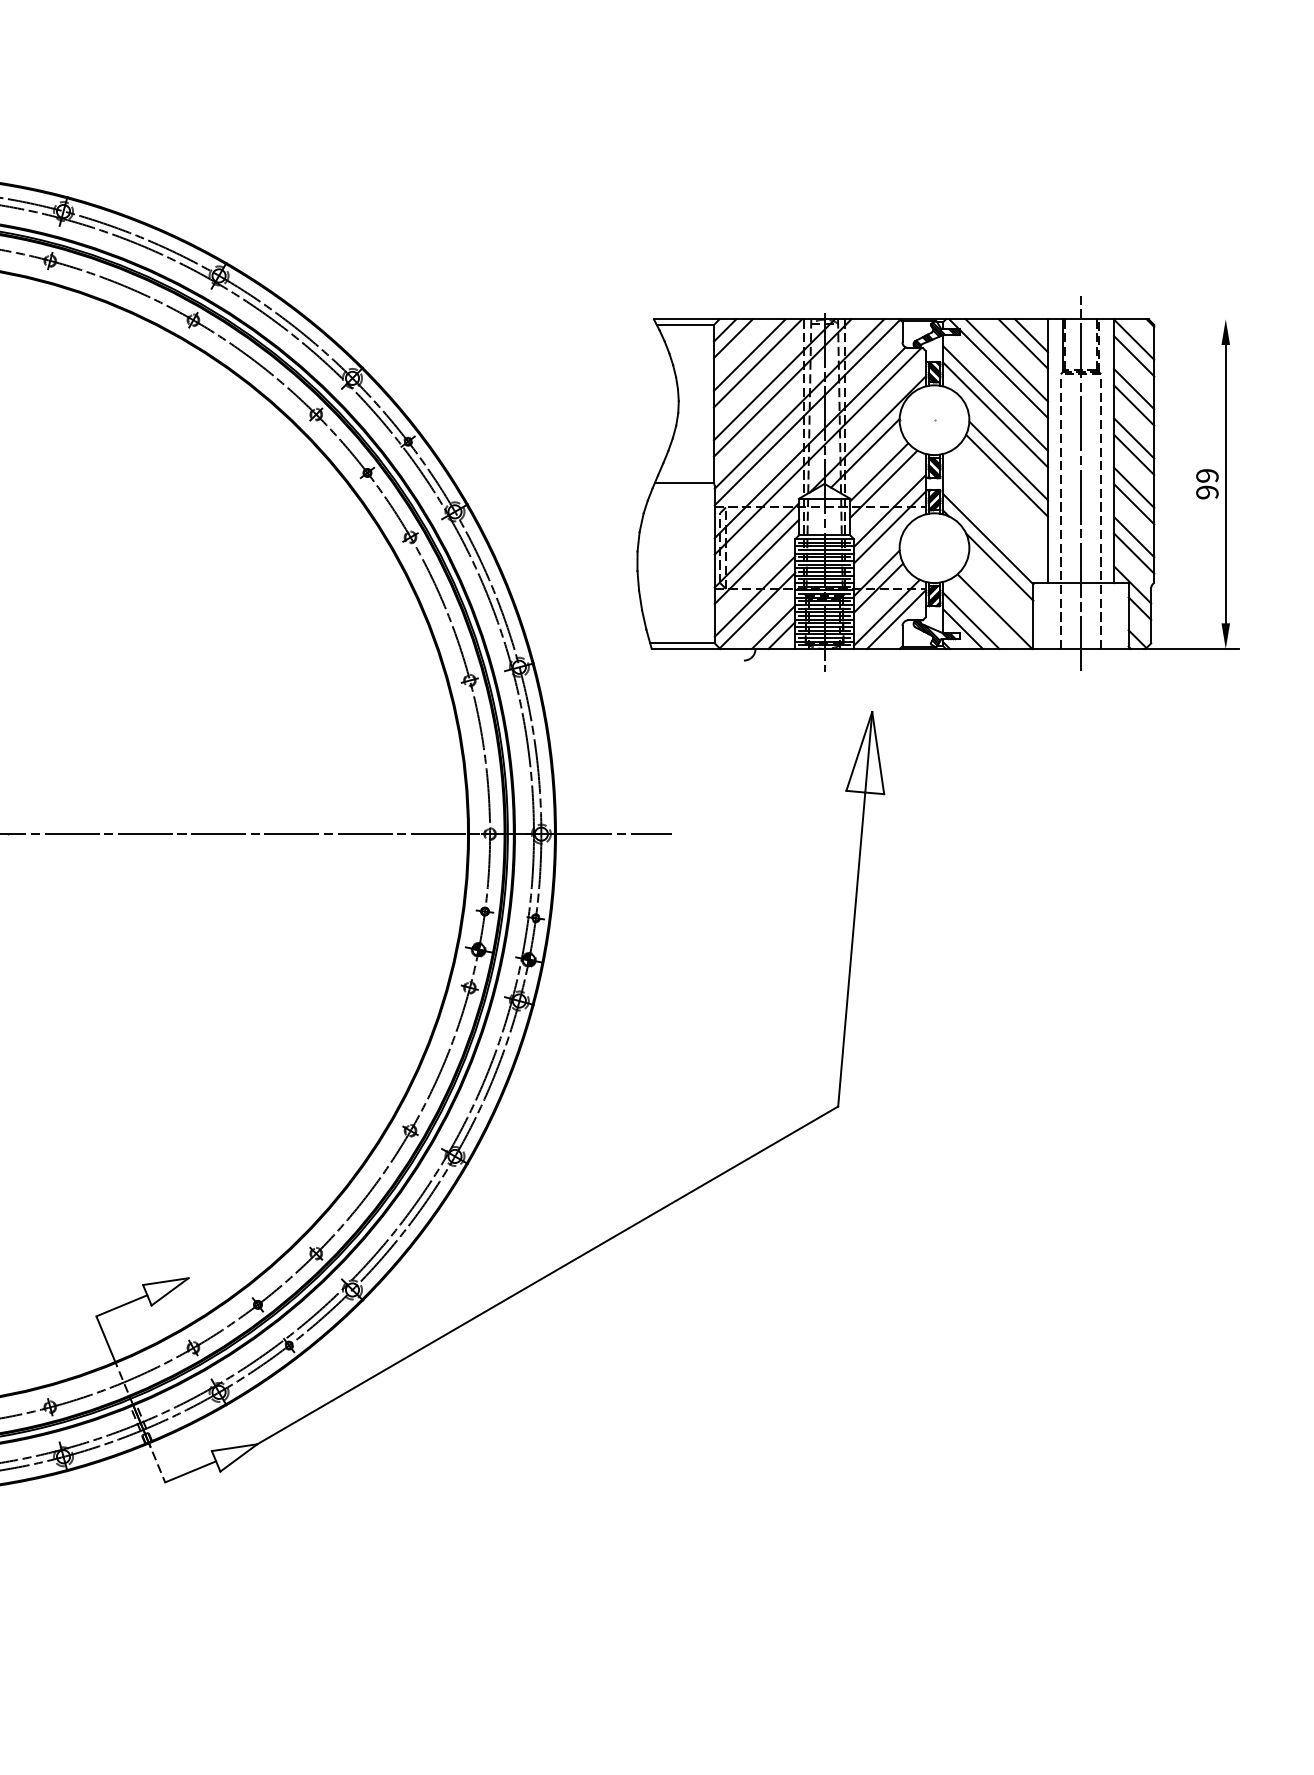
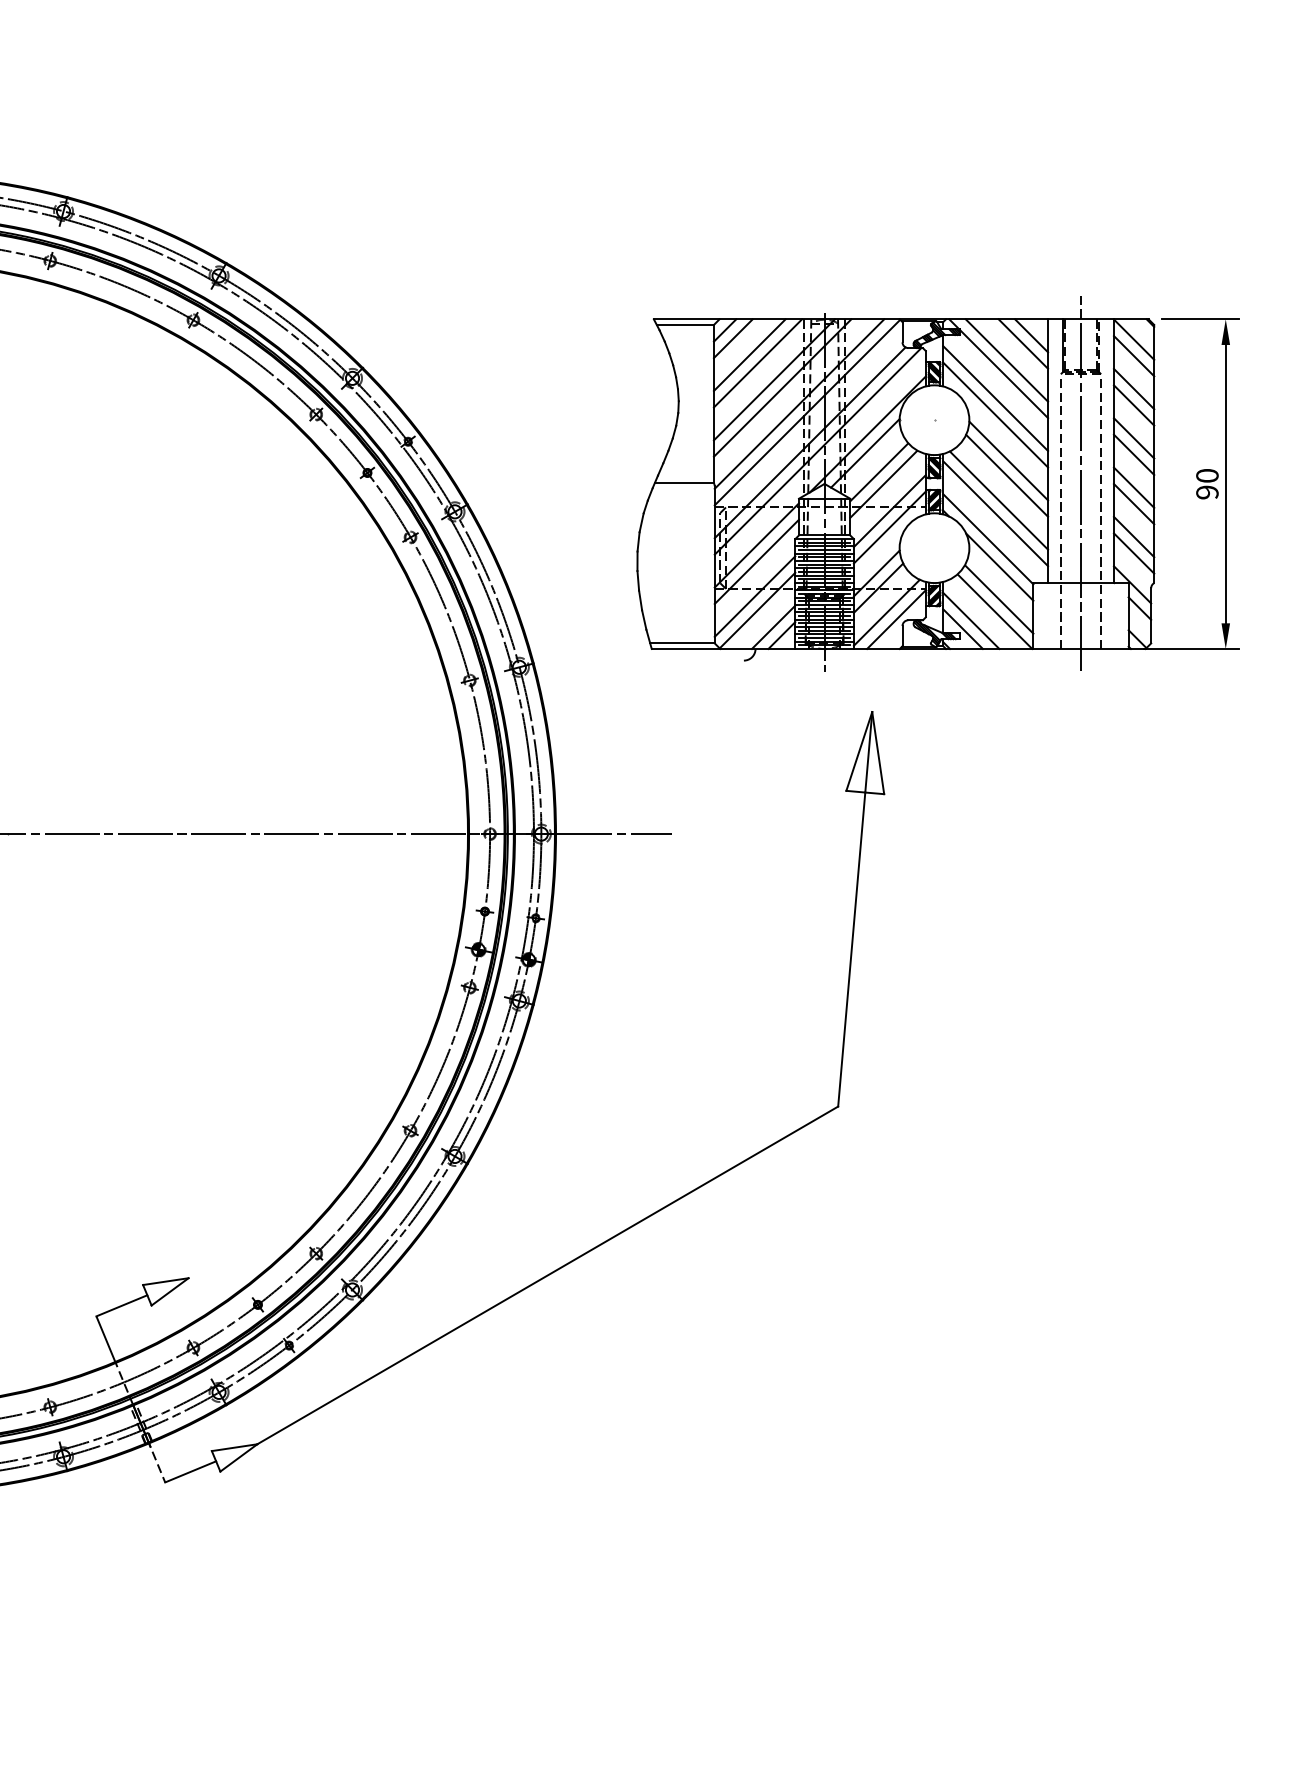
line at (1199, 319): none -> present
text at (1207, 475): 99 -> 90
line at (998, 500): none -> present
line at (995, 513): none -> present
line at (999, 599): none -> present
